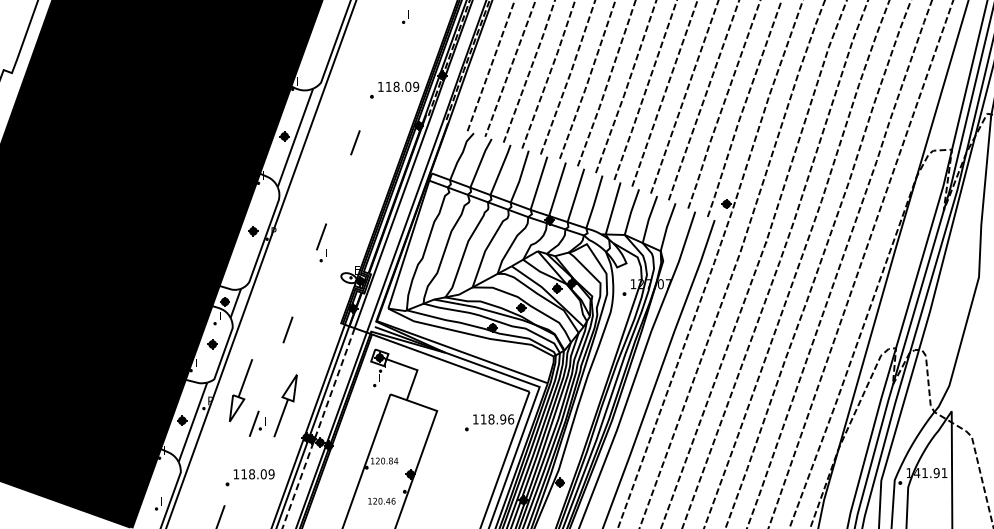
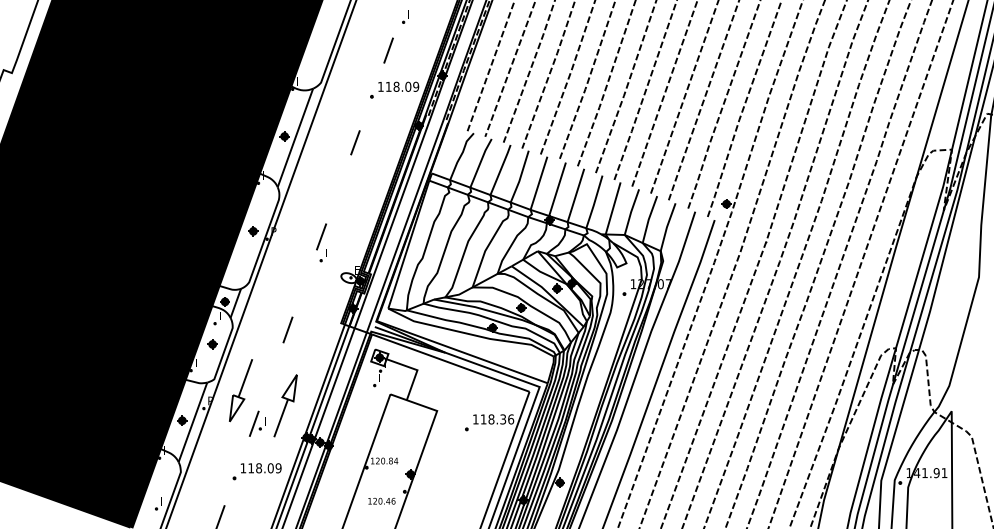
line at (388, 50): none -> present
text at (503, 419): 118.96 -> 118.36
line at (318, 428): dashed -> solid
part at (249, 477) position: (249, 477) -> (256, 471)
